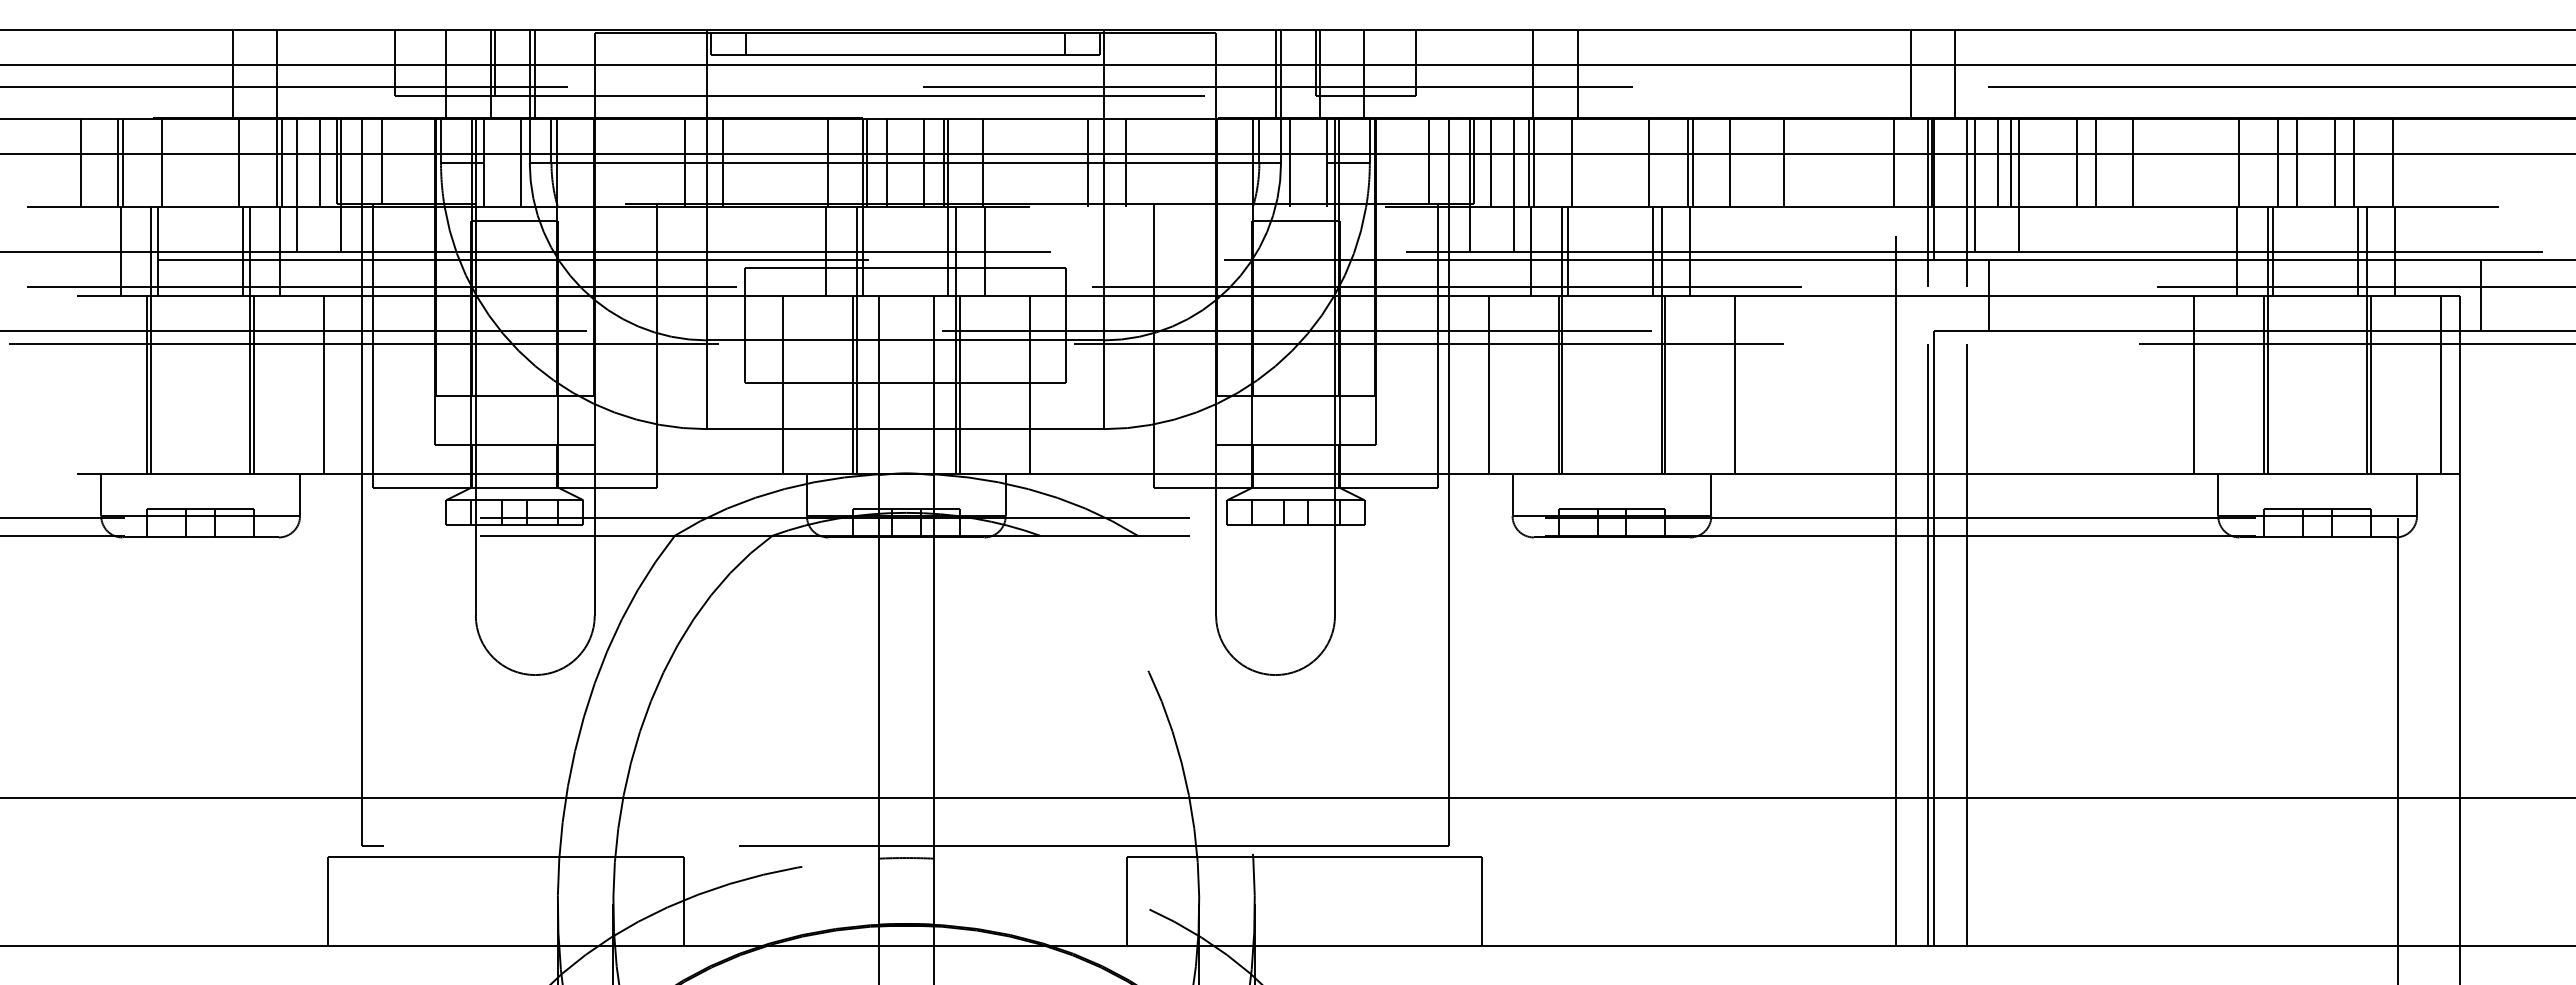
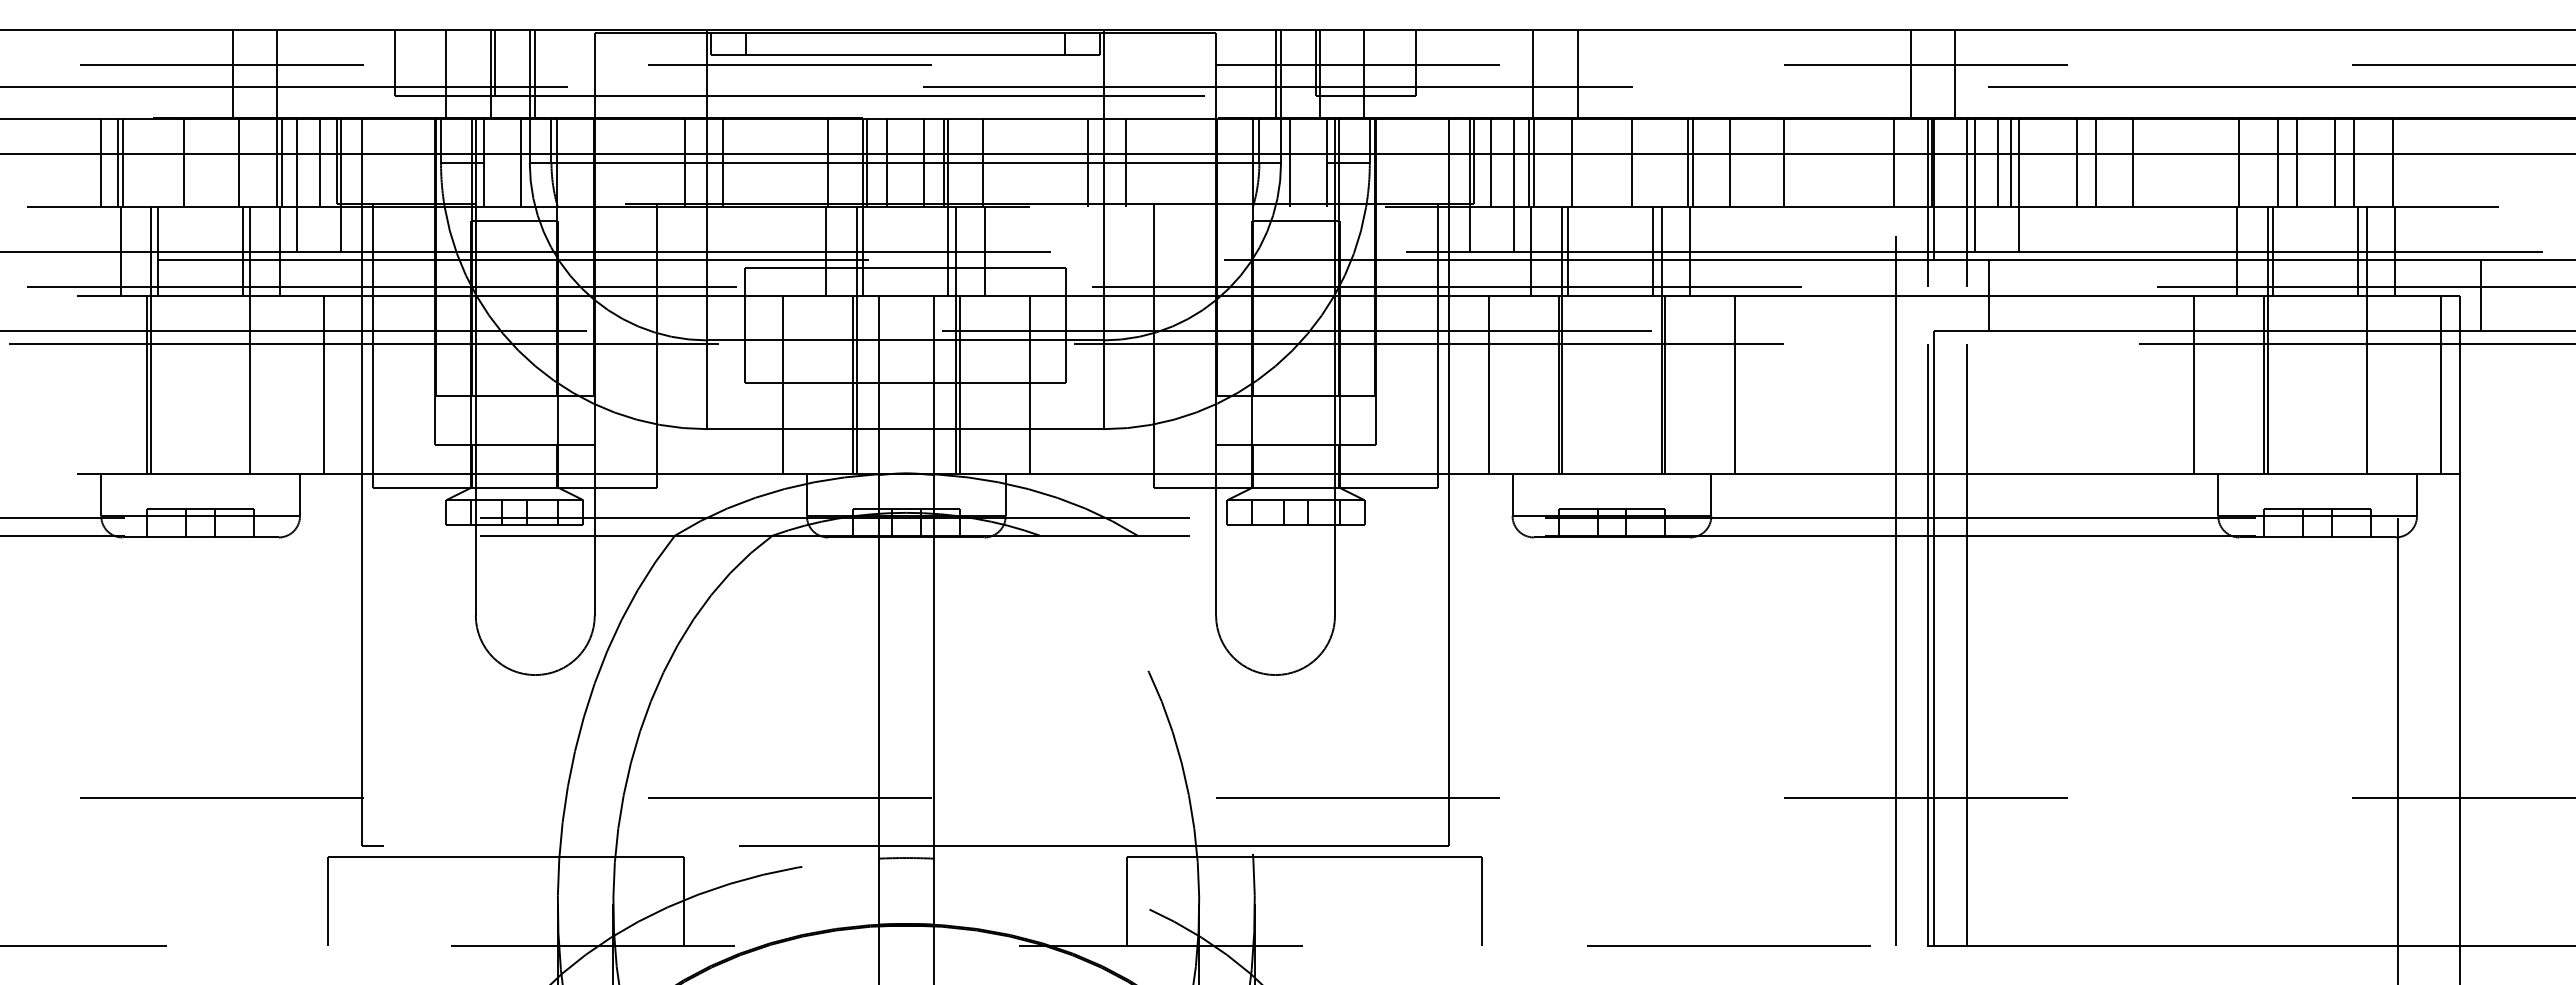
line at (1288, 65): solid -> dashed
line at (381, 160): present -> none
line at (1429, 160): present -> none
line at (80, 162) position: (80, 162) -> (100, 162)
line at (161, 162) position: (161, 162) -> (183, 162)
line at (1648, 162) position: (1648, 162) -> (1631, 162)
line at (253, 384): present -> none
line at (2370, 384): present -> none
line at (1288, 797): solid -> dashed
line at (964, 945): solid -> dashed
